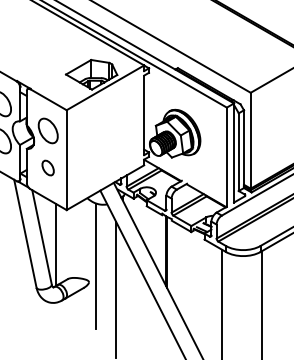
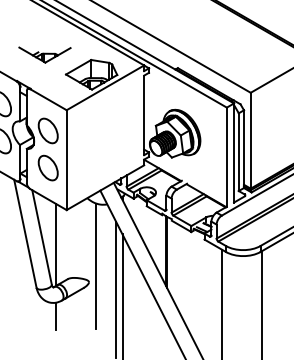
part at (44, 54): none -> present
part at (47, 167) size: 14x18 px -> 22x28 px
line at (122, 295): none -> present
line at (56, 316): none -> present
